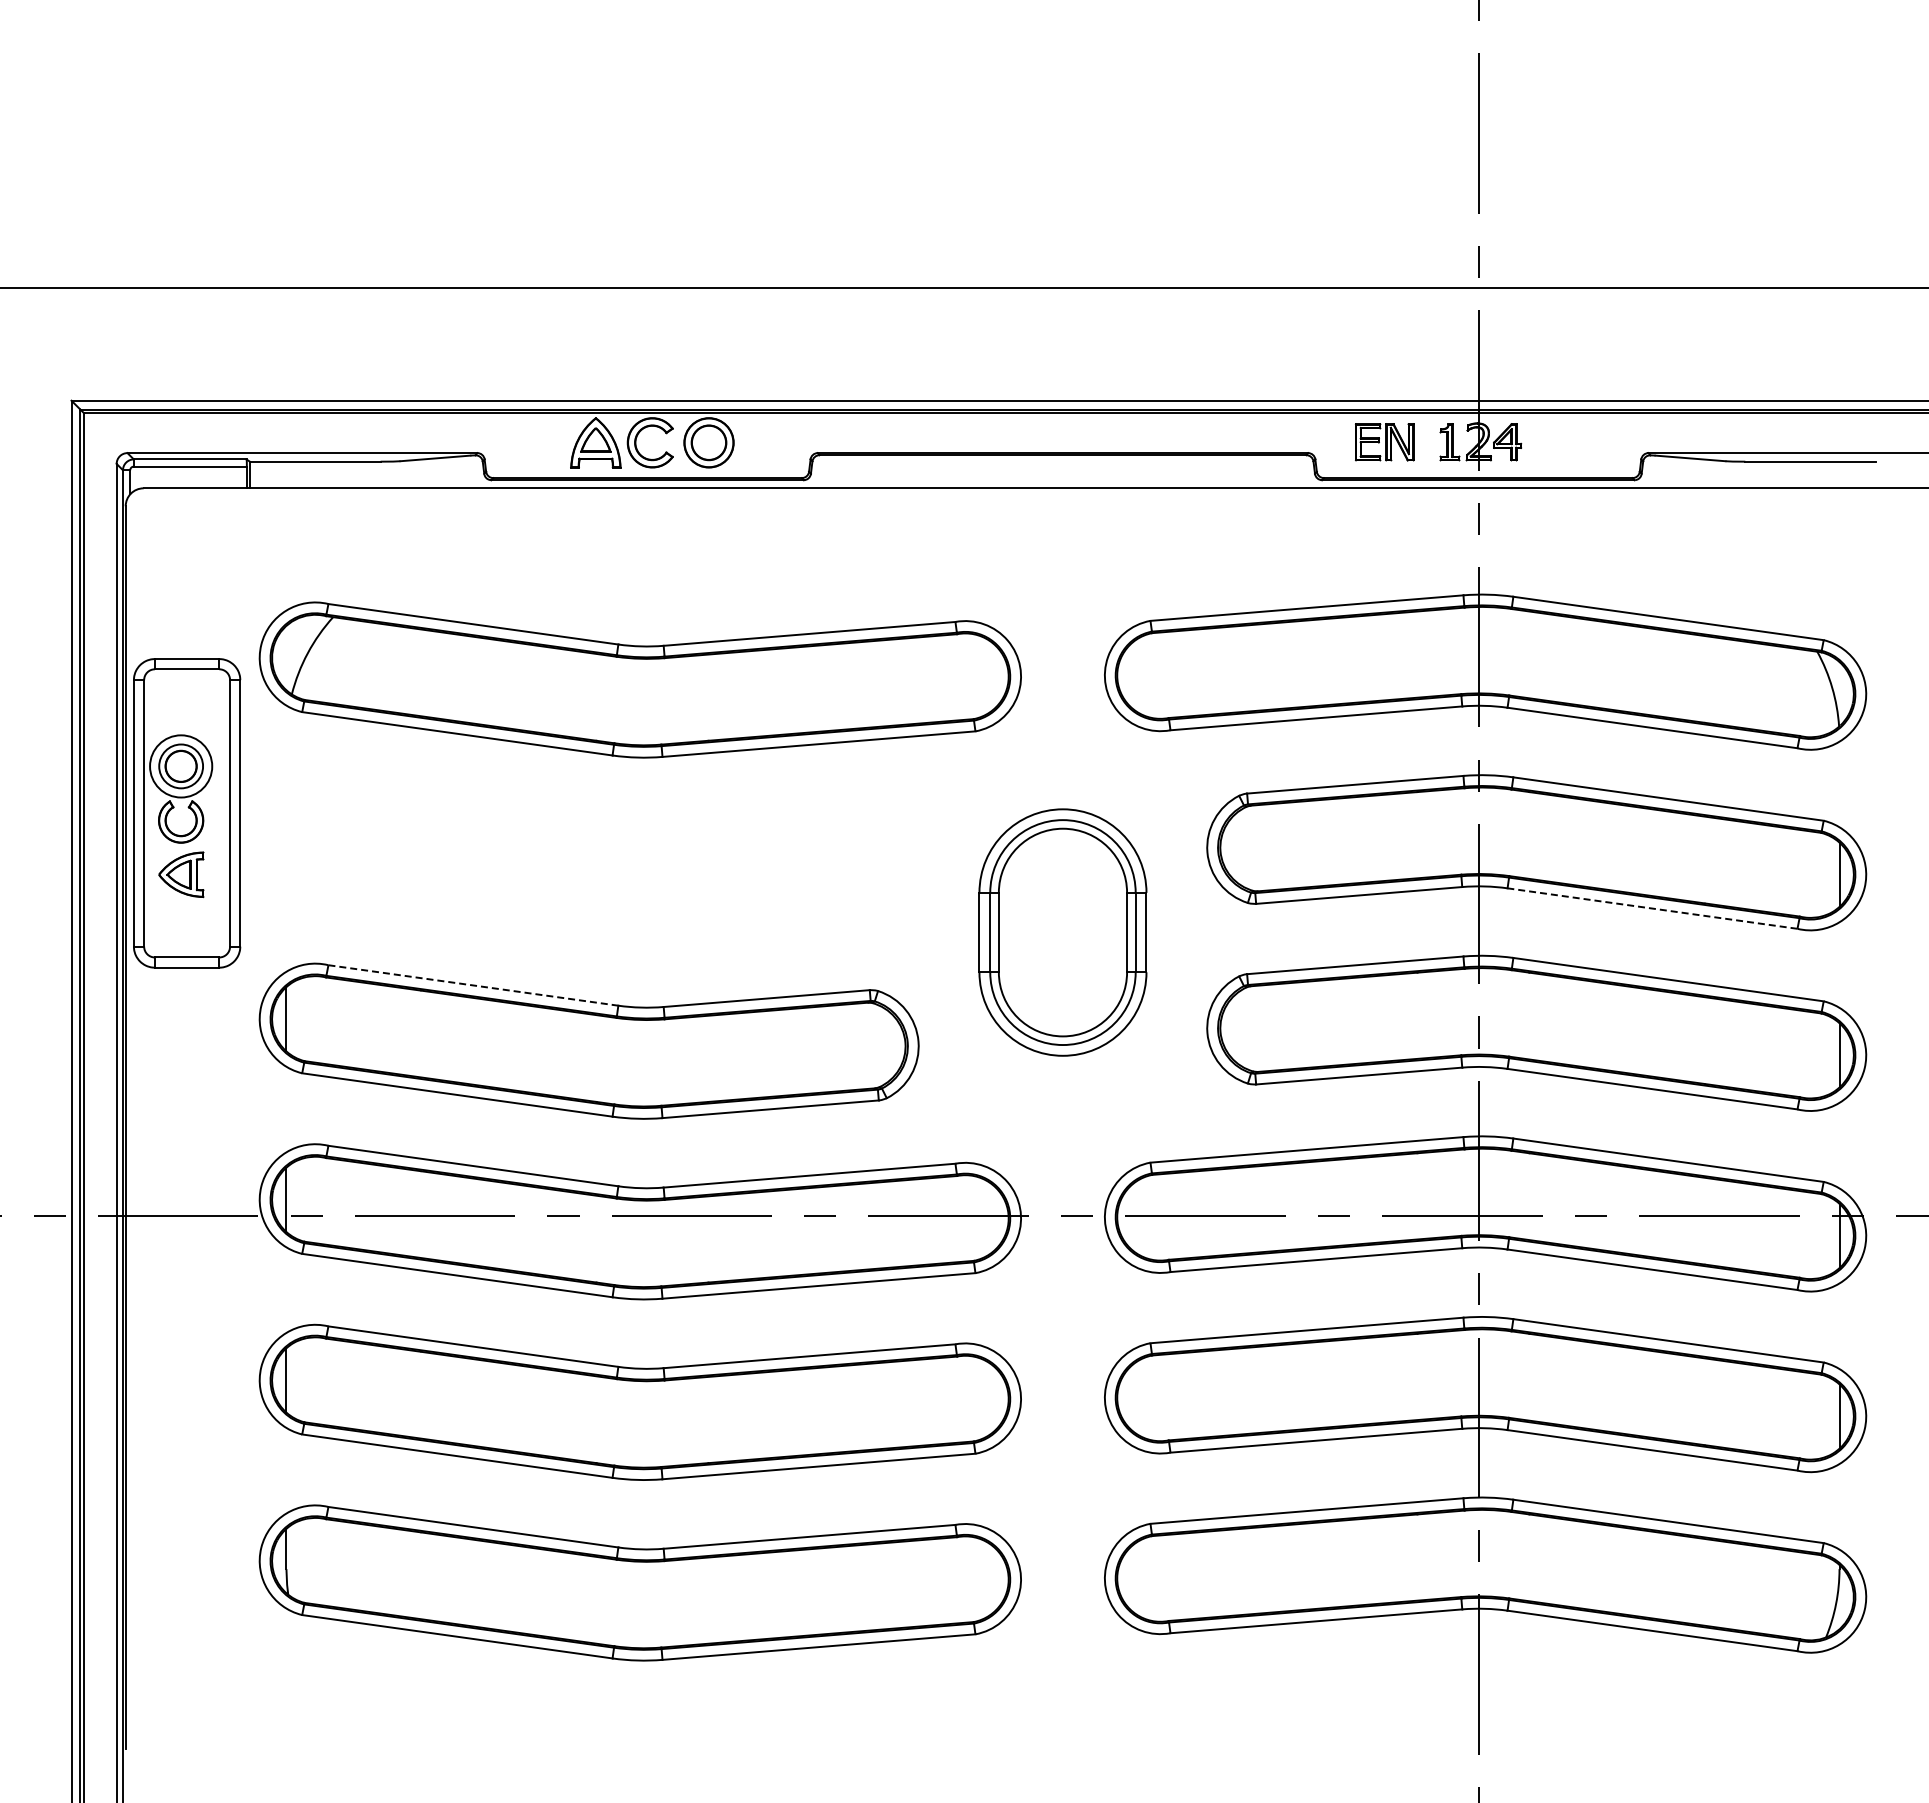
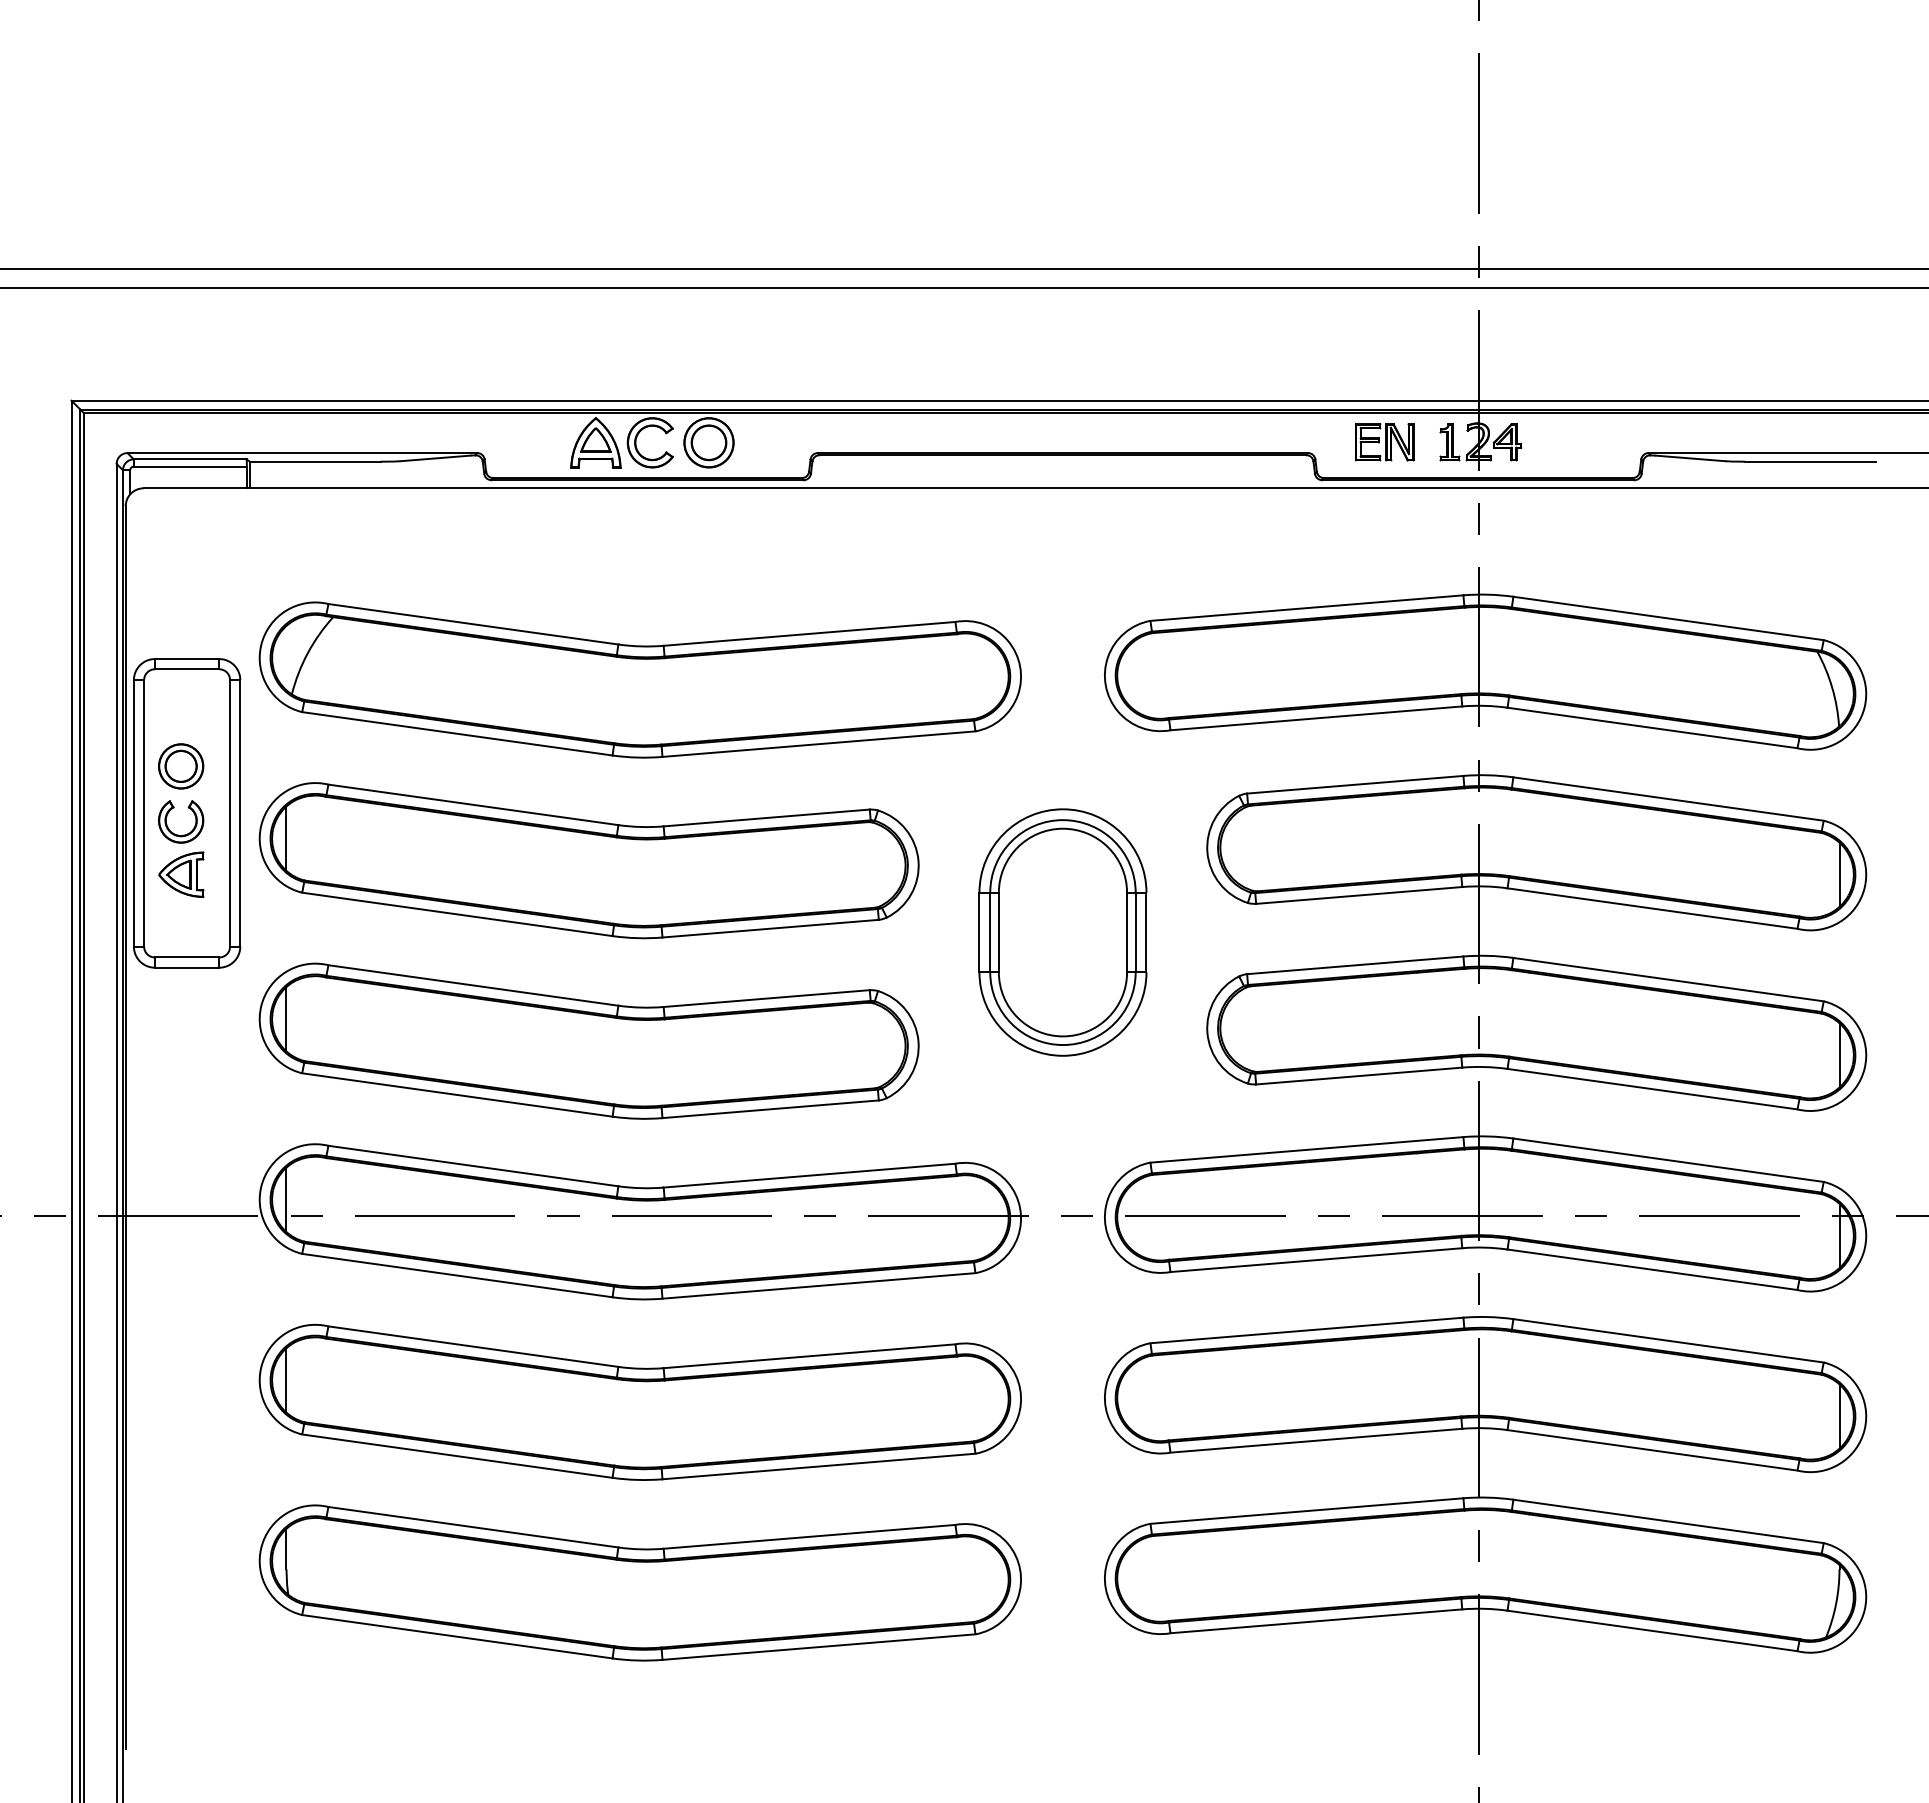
line at (963, 269): none -> present
circle at (181, 766) diameter: 62 px -> 44 px
part at (588, 860): none -> present
line at (1652, 908): dashed -> solid
line at (473, 985): dashed -> solid
